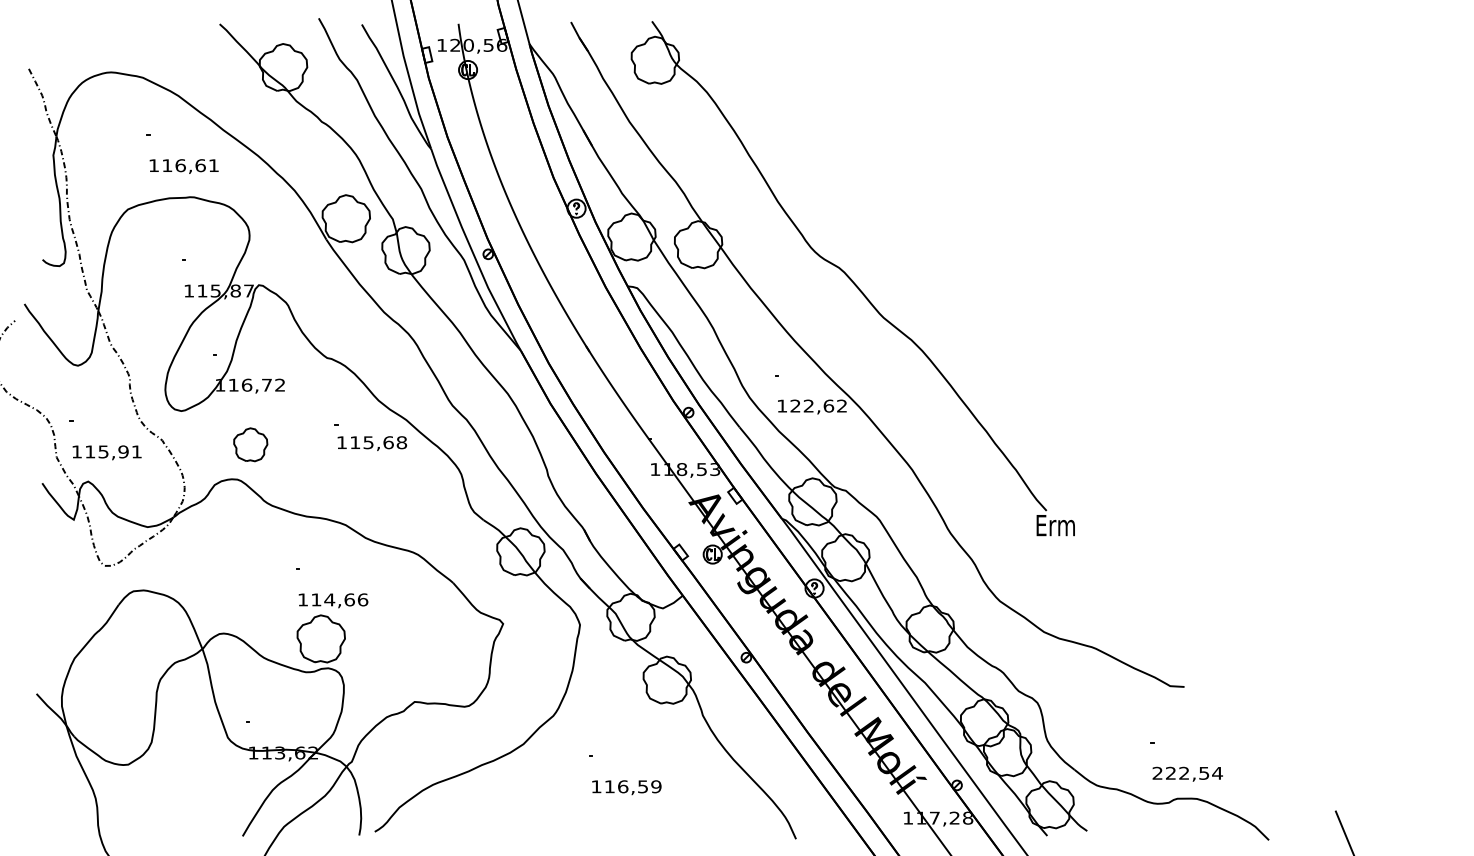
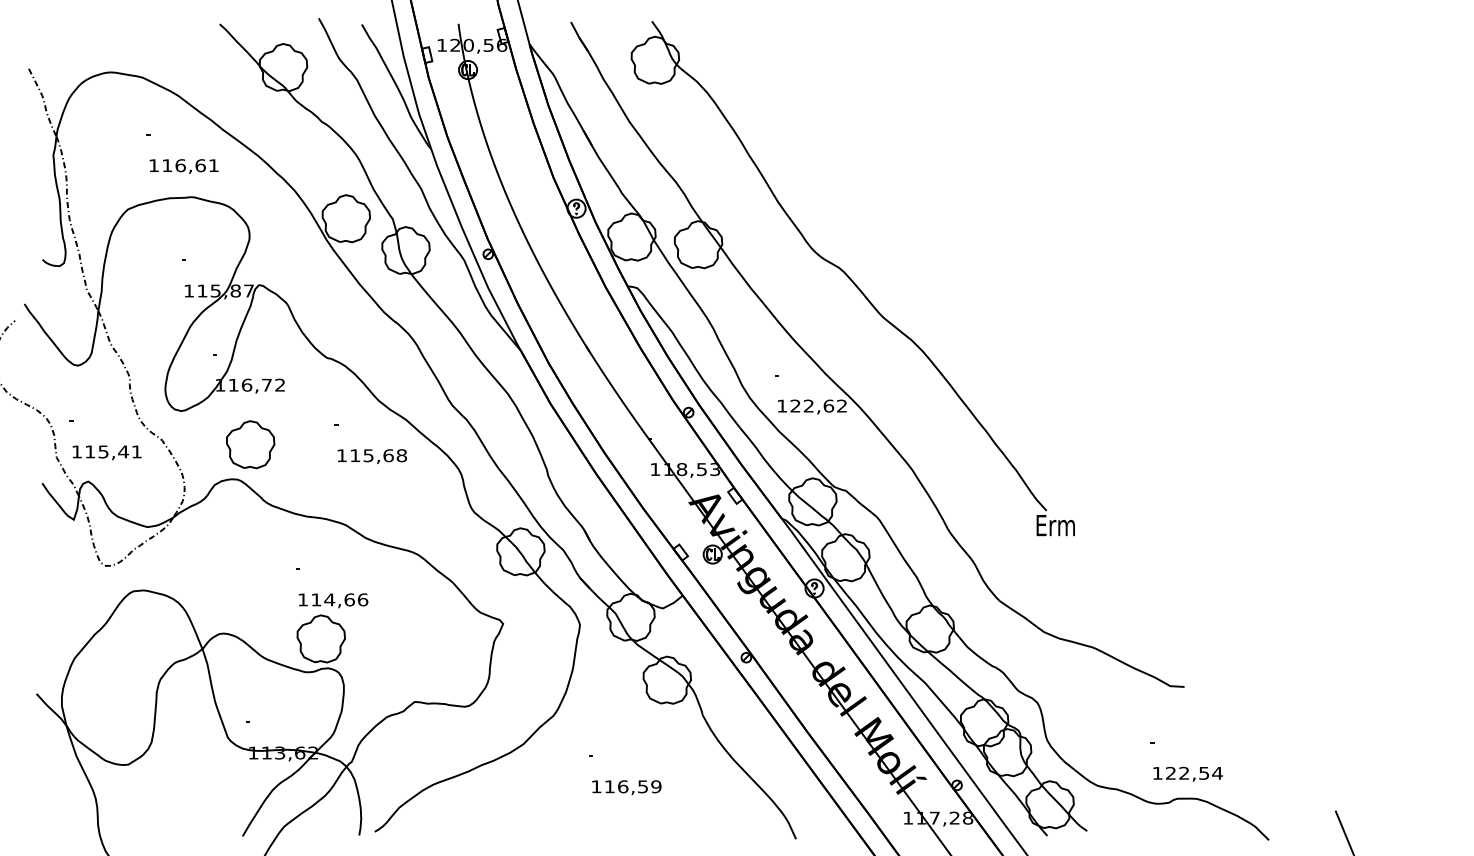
text at (372, 443) position: (372, 443) -> (372, 456)
part at (250, 444) size: 36x36 px -> 50x50 px
text at (123, 451): 115,91 -> 115,41
text at (1157, 772): 222,54 -> 122,54
